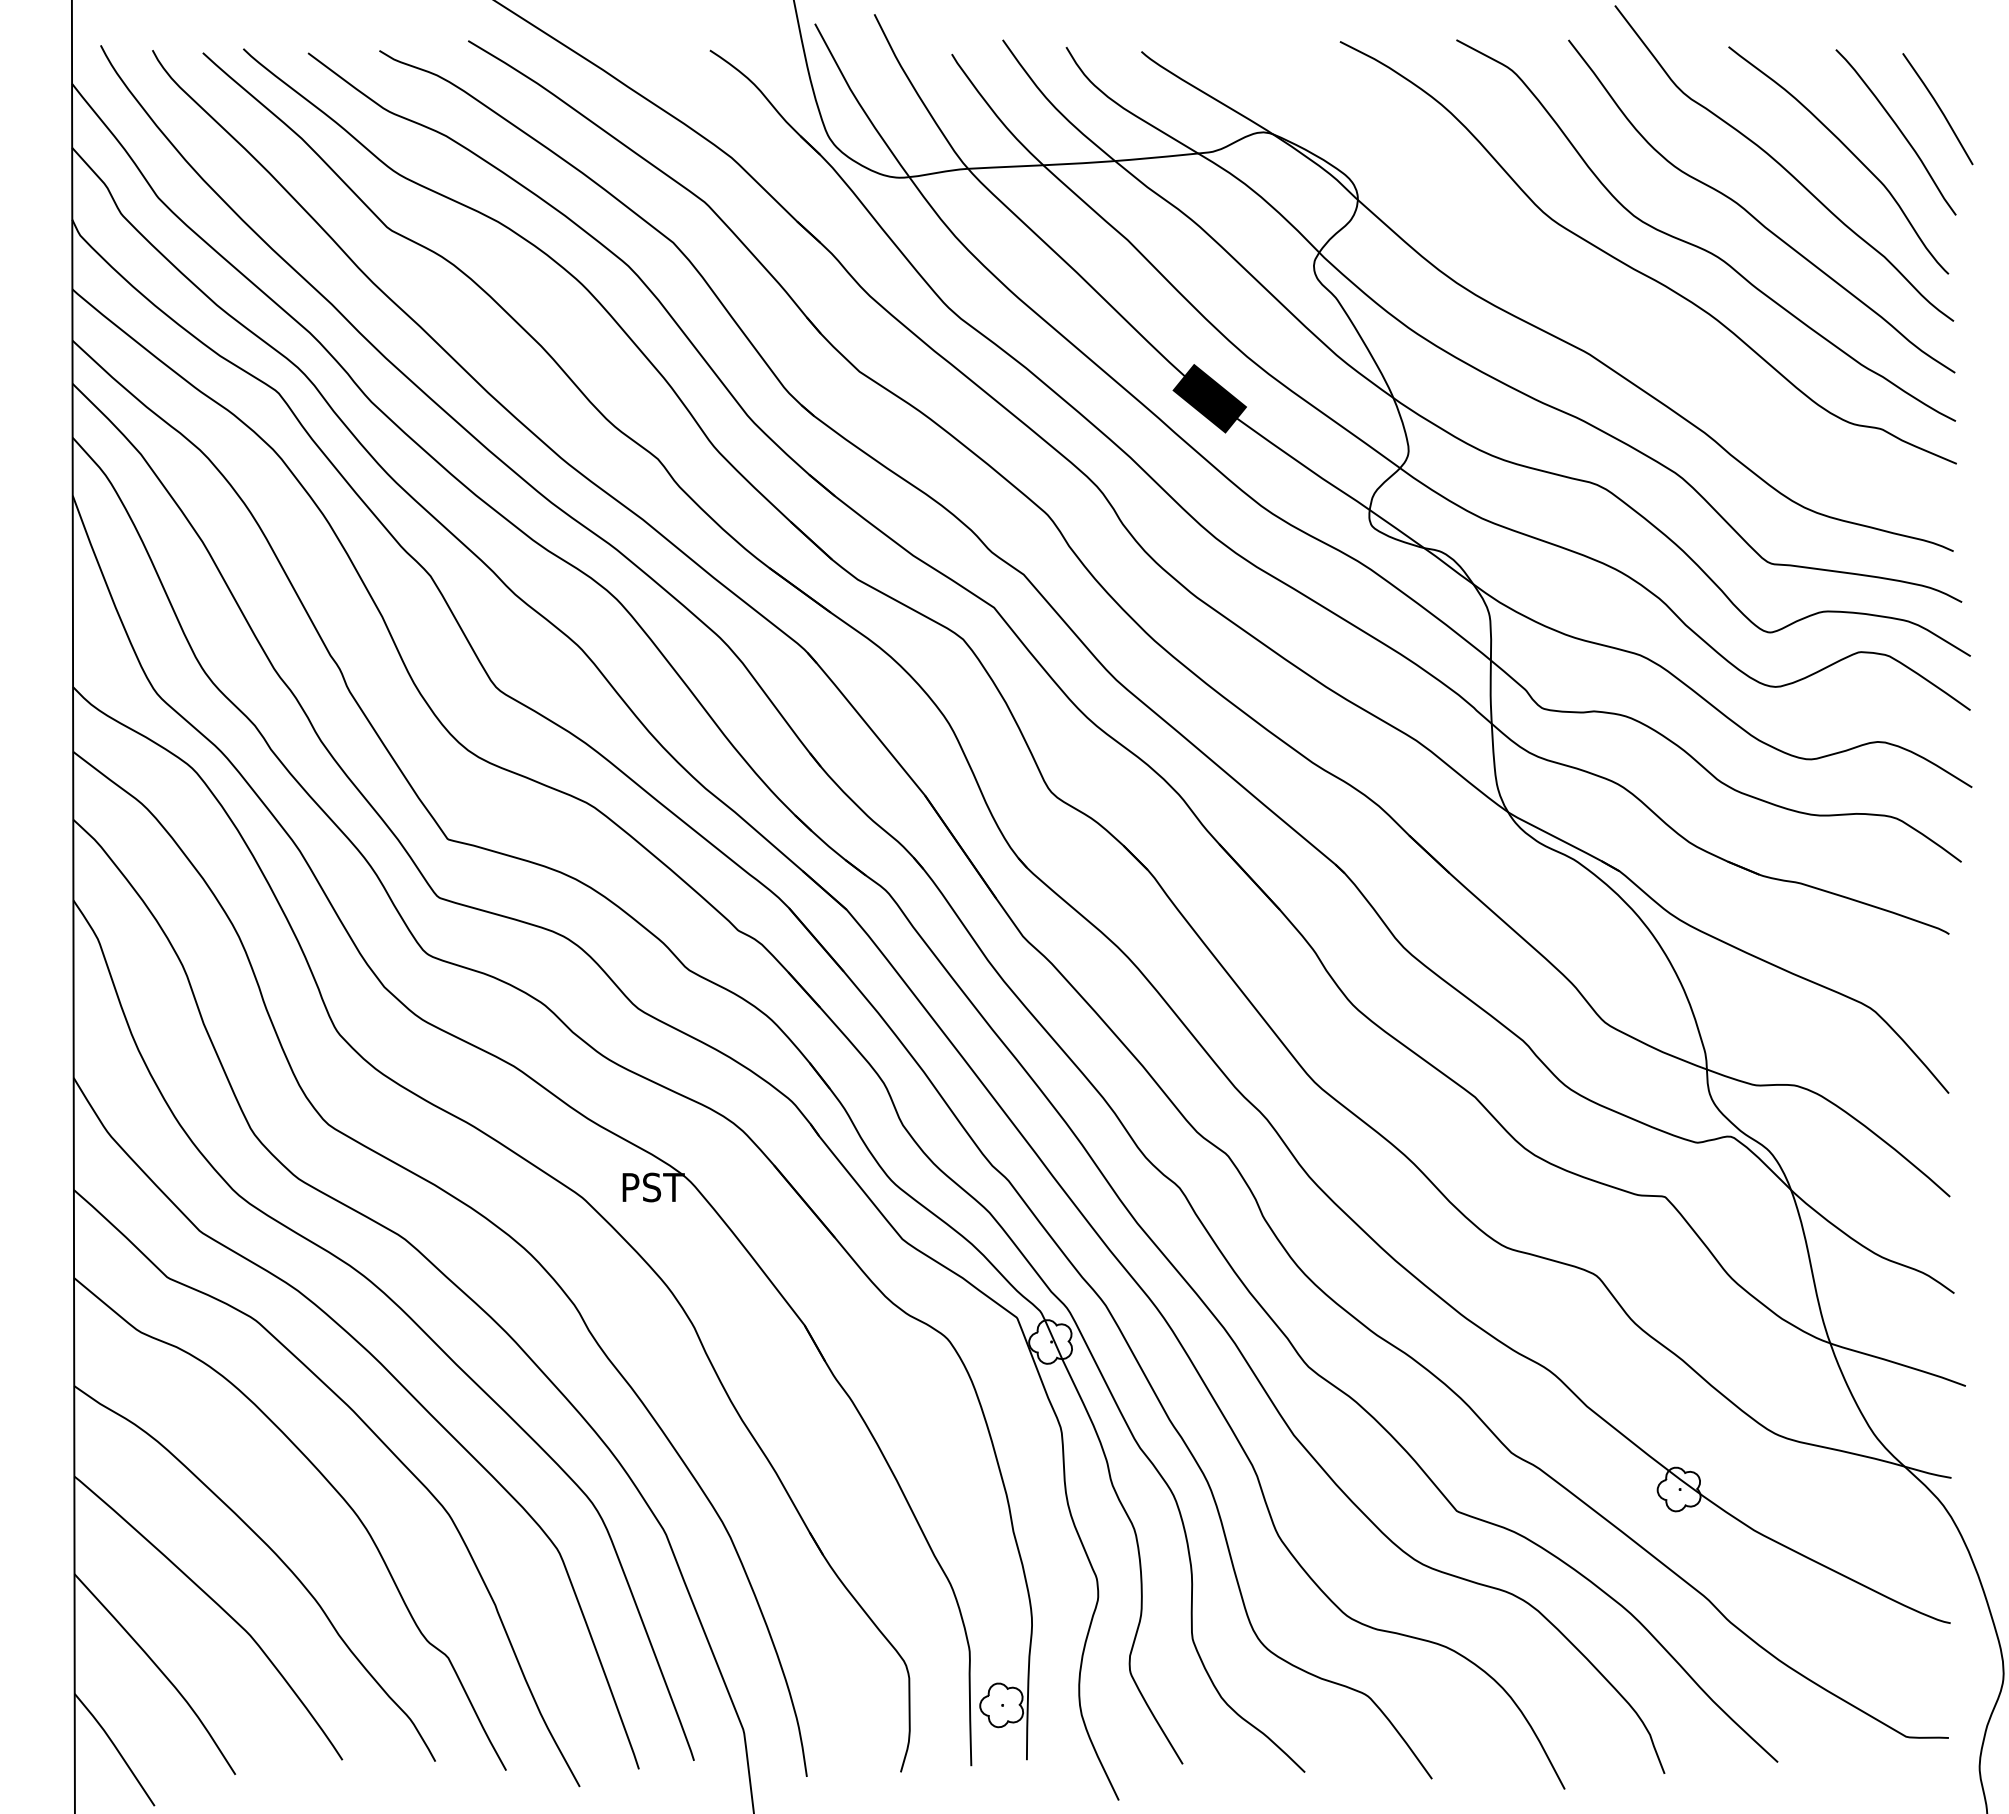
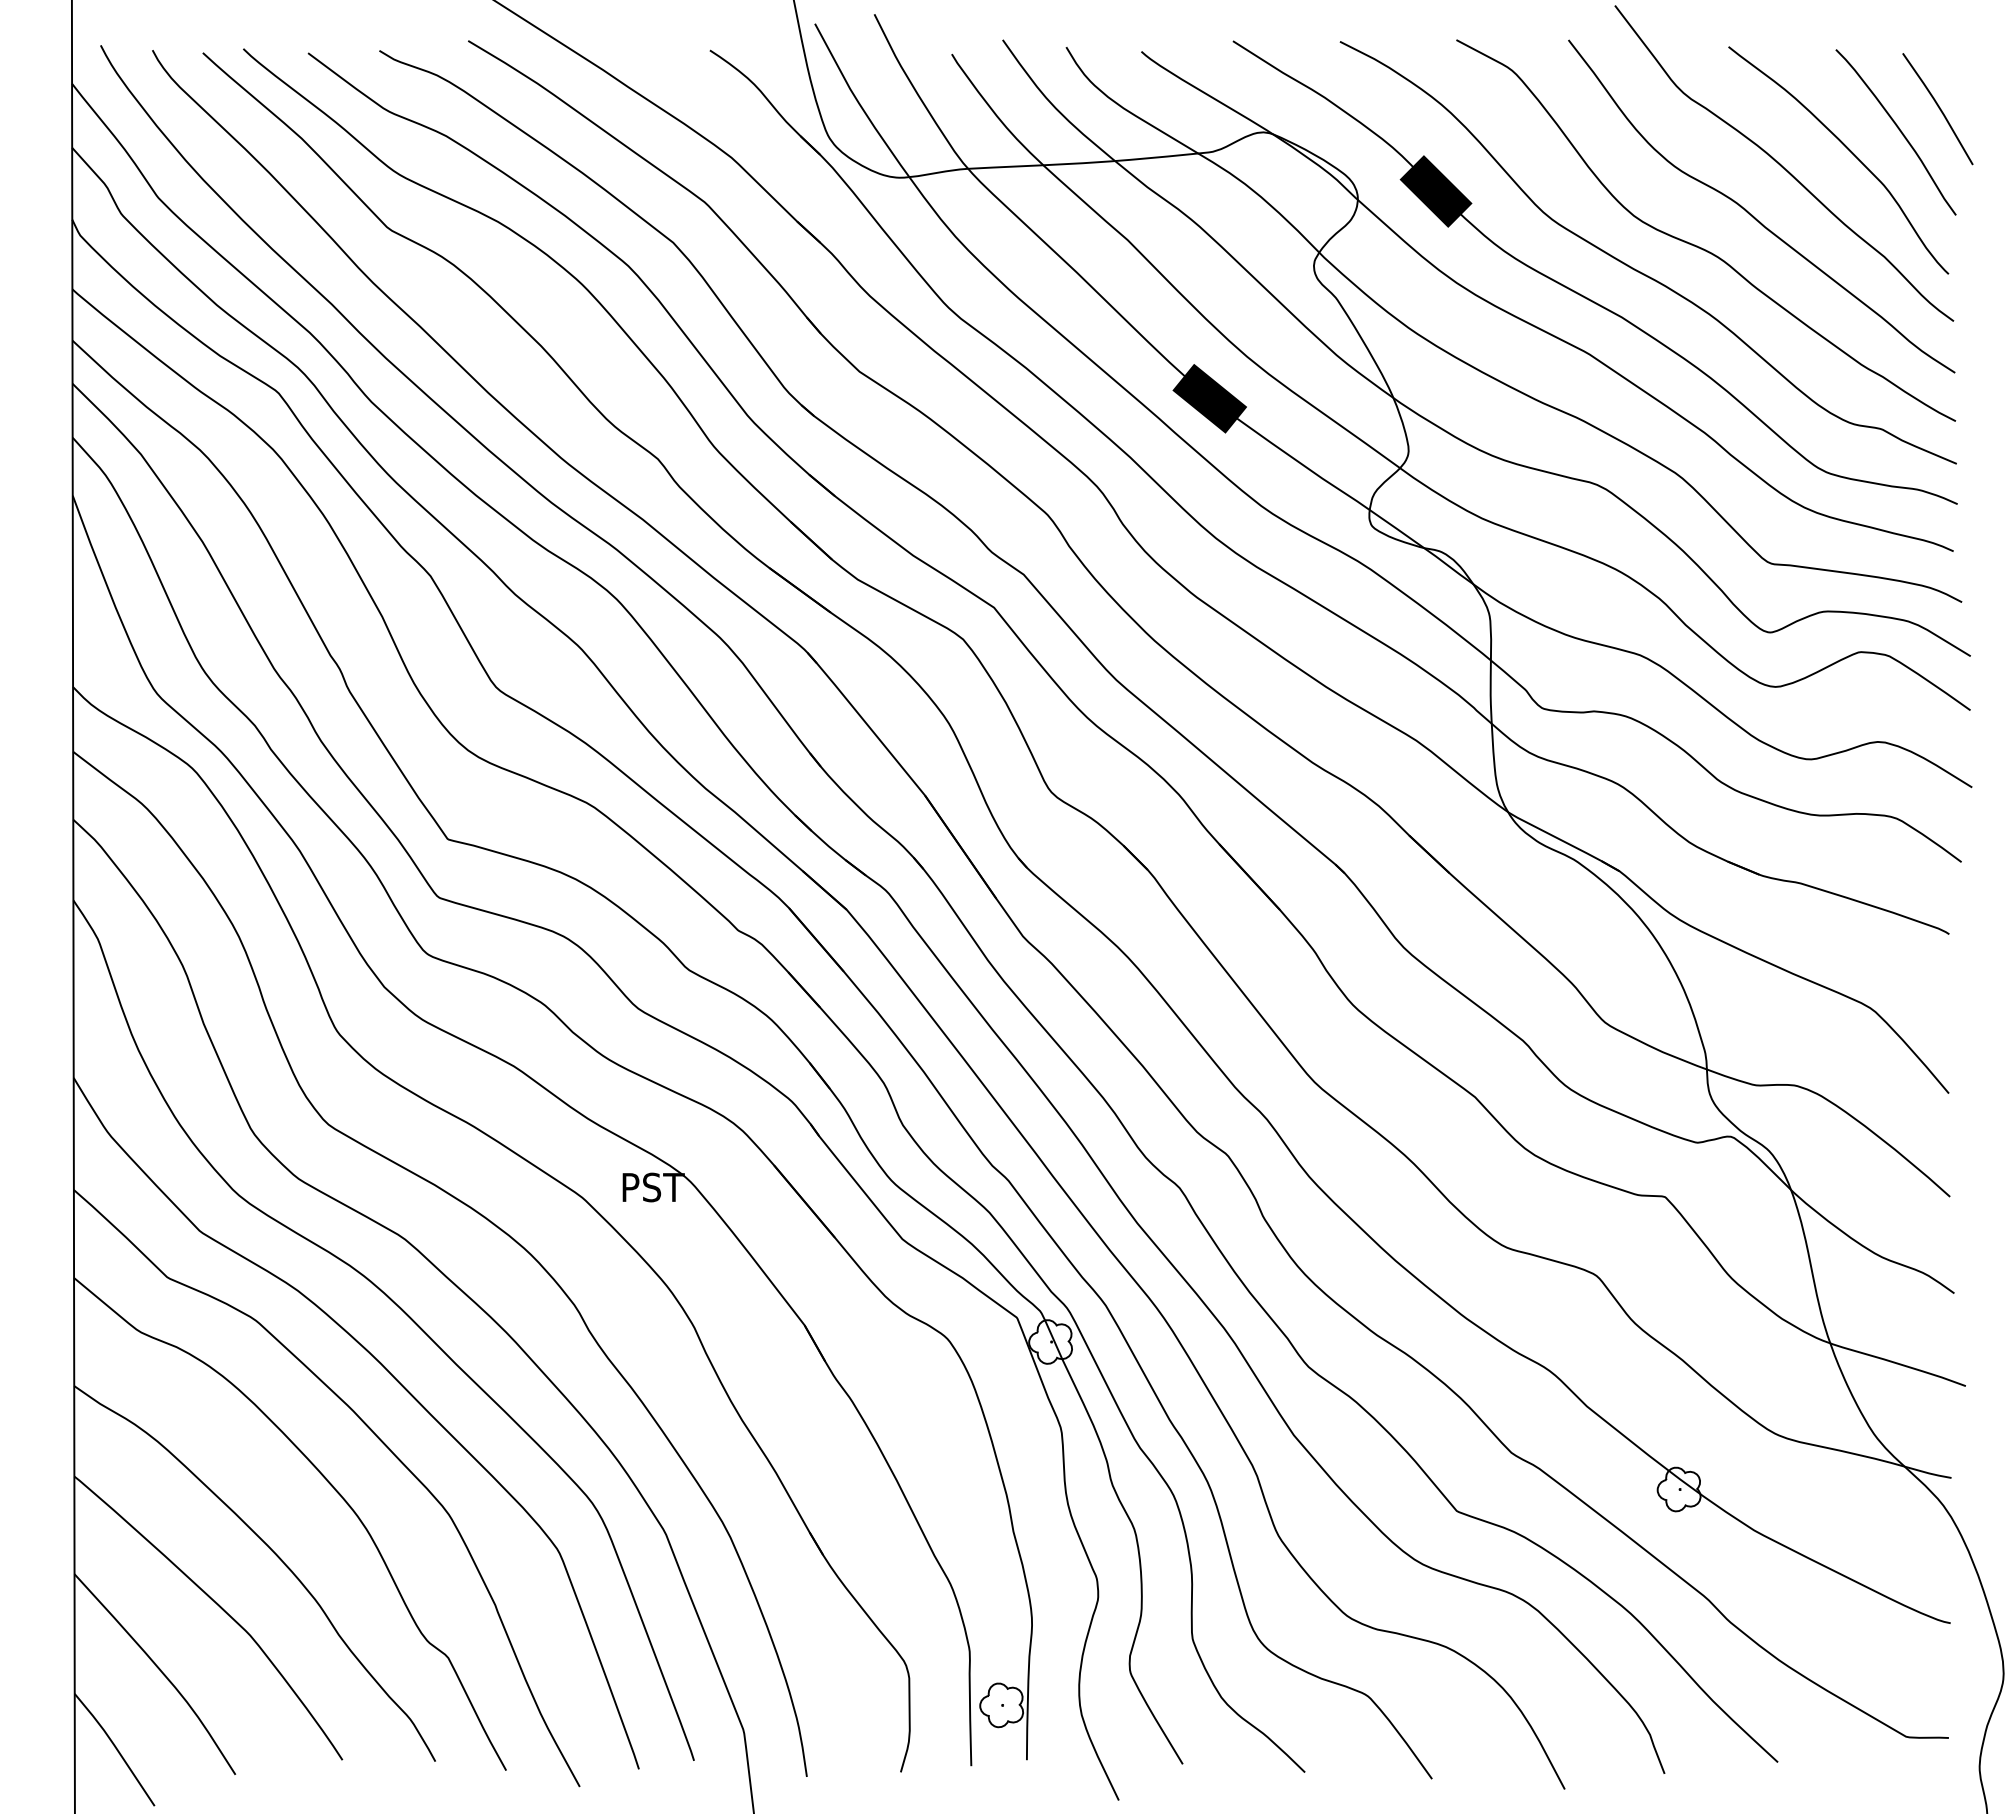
part at (1580, 293): none -> present
